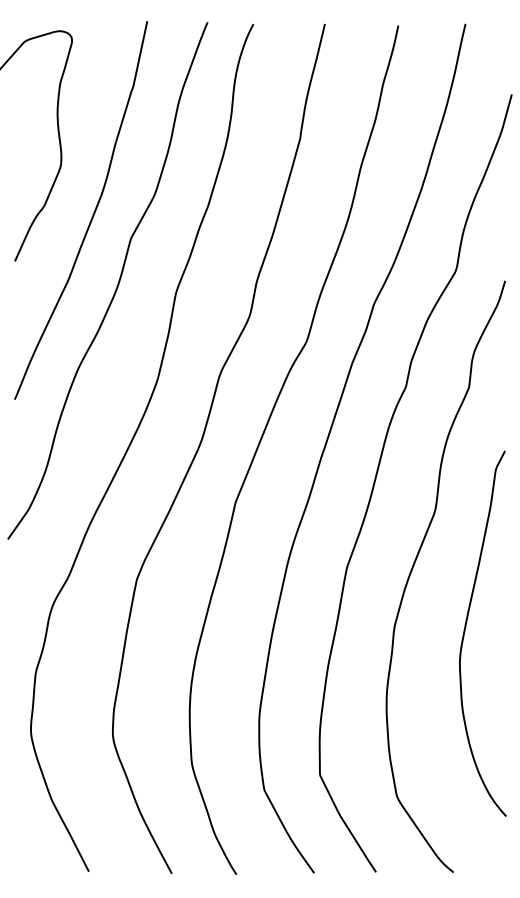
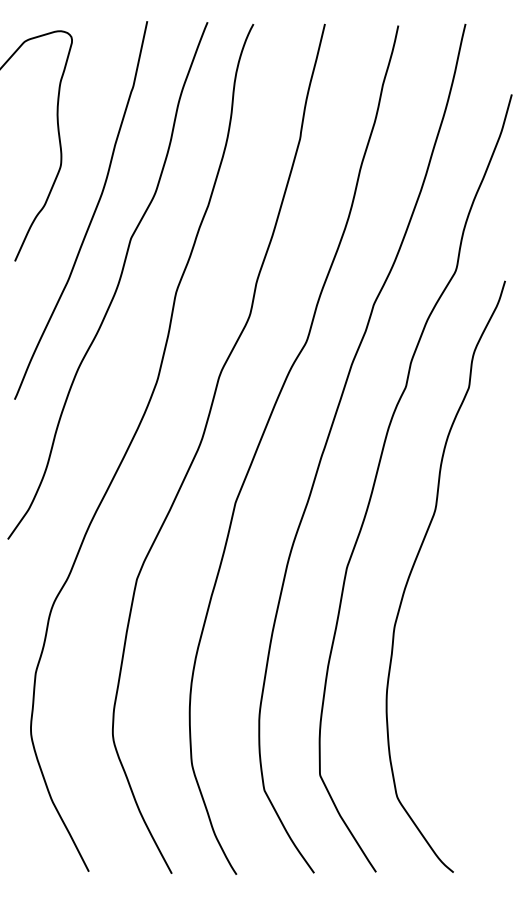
curve at (465, 632): present -> none
